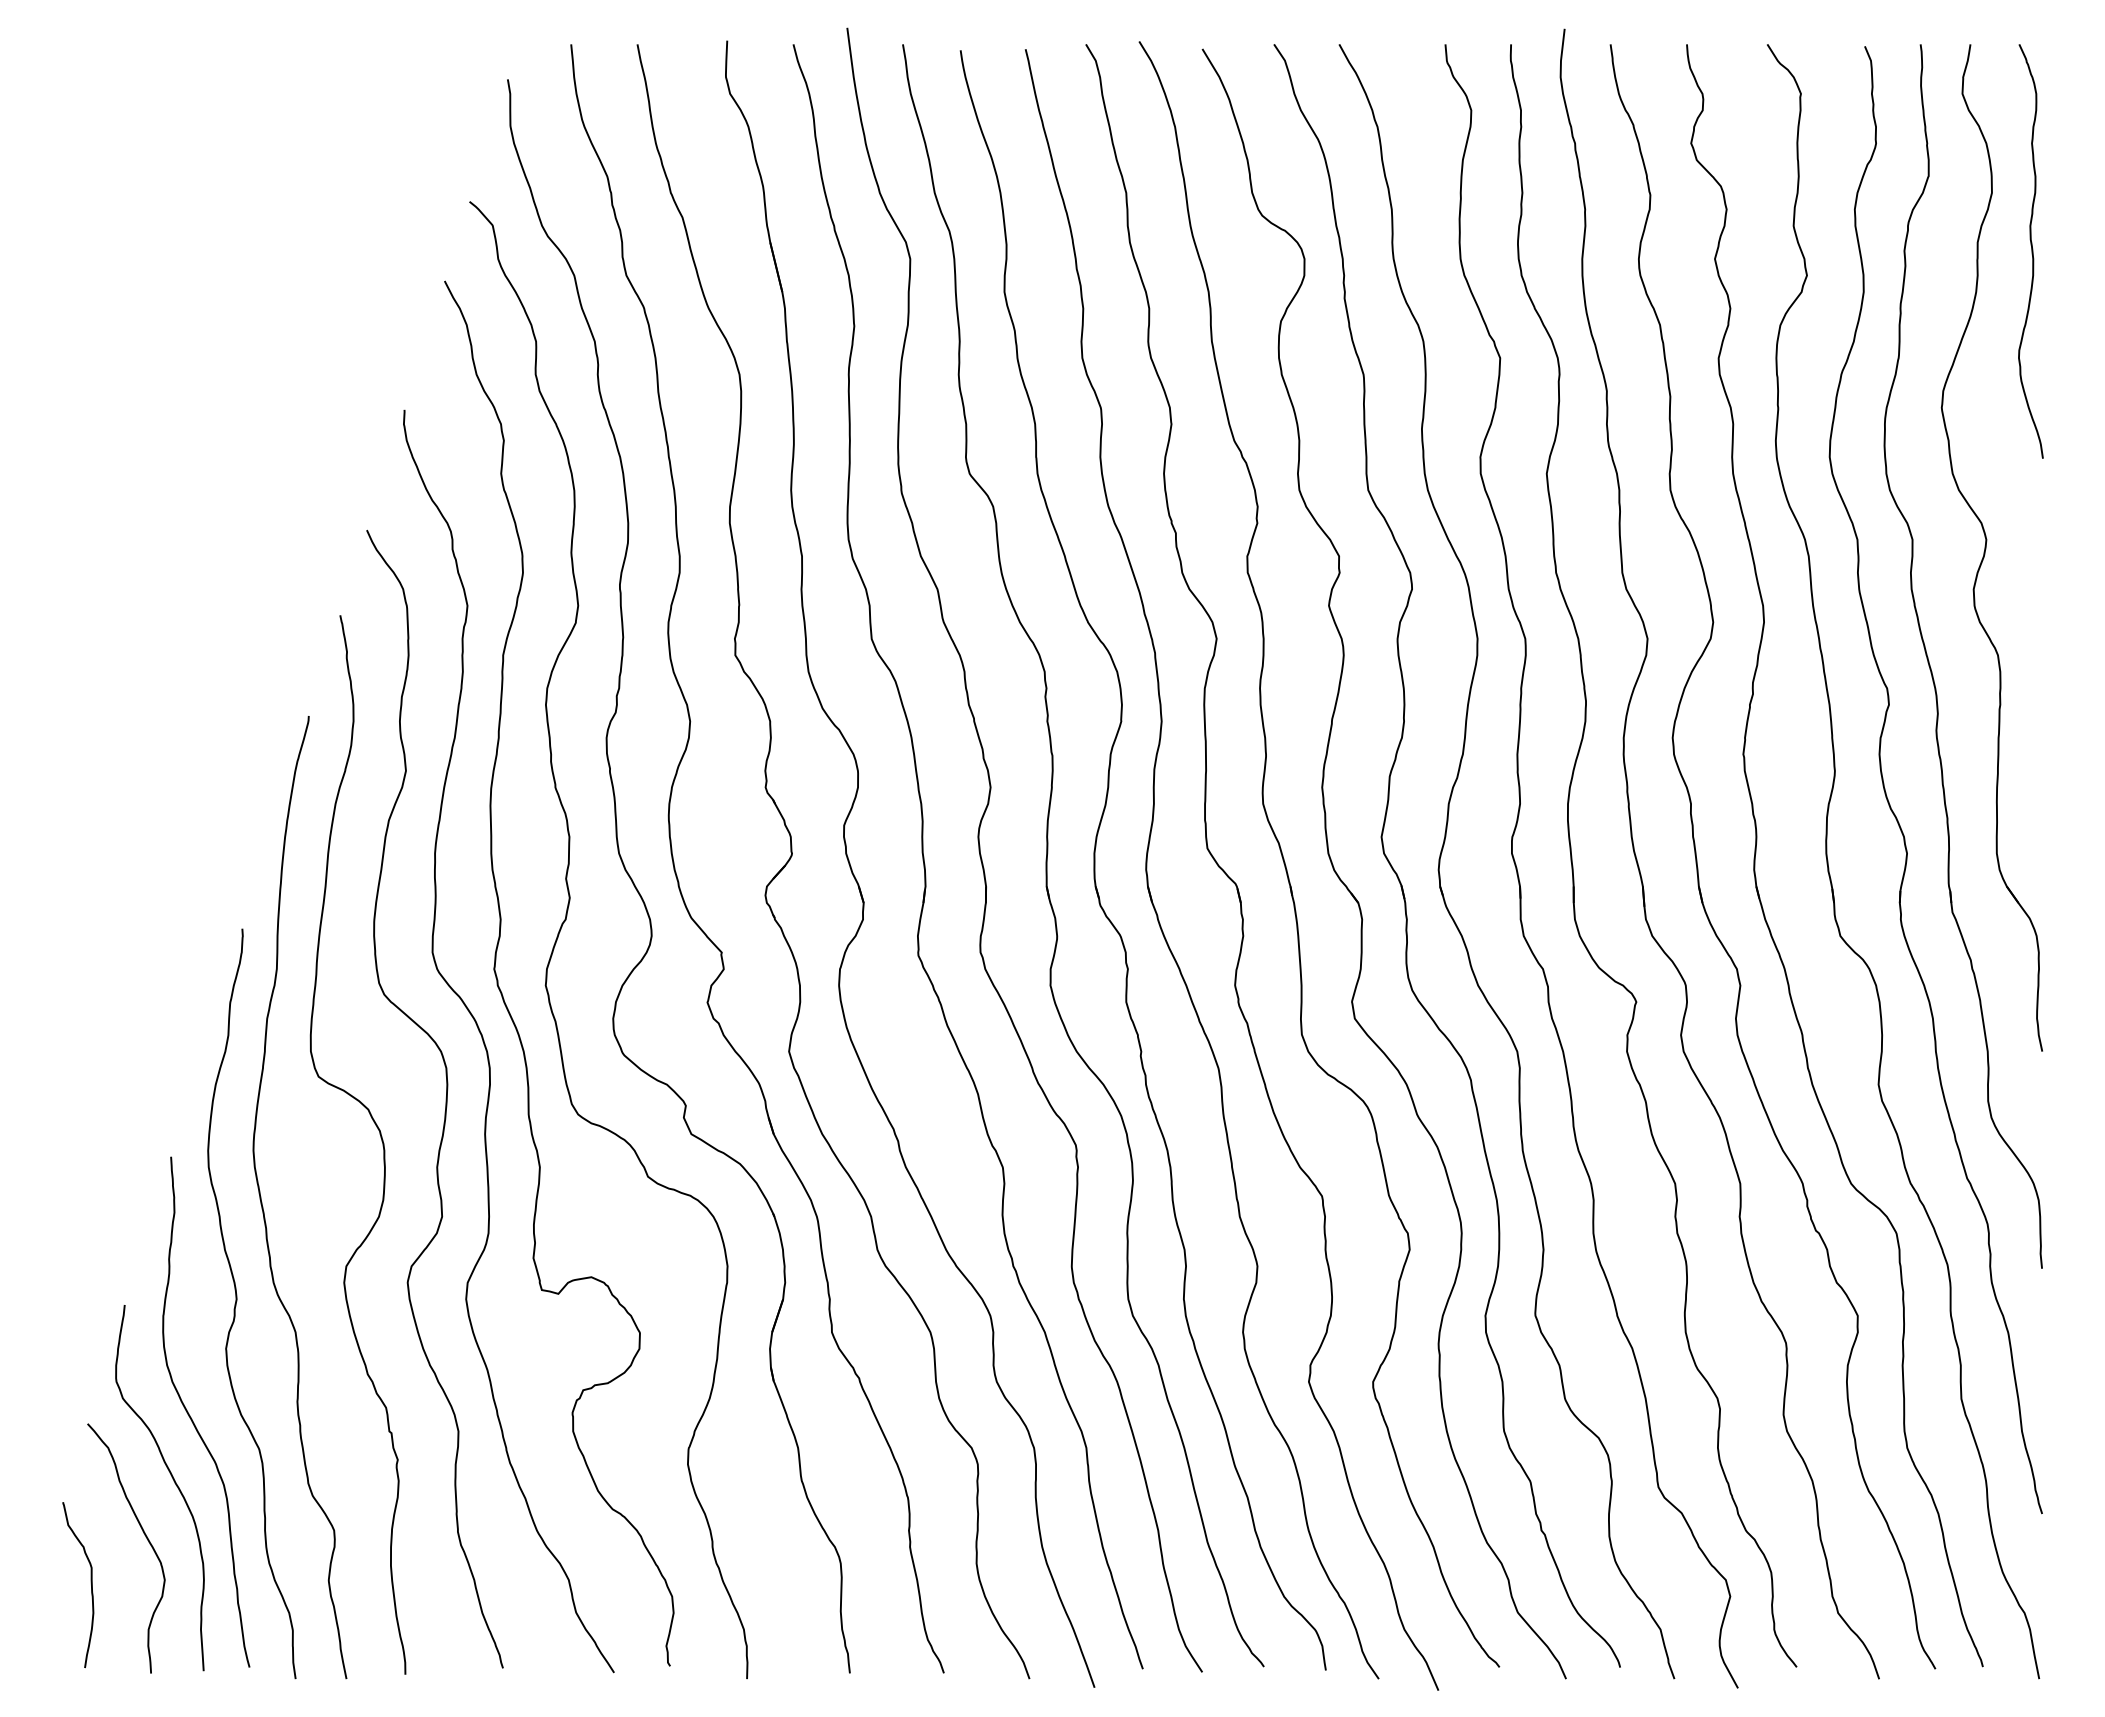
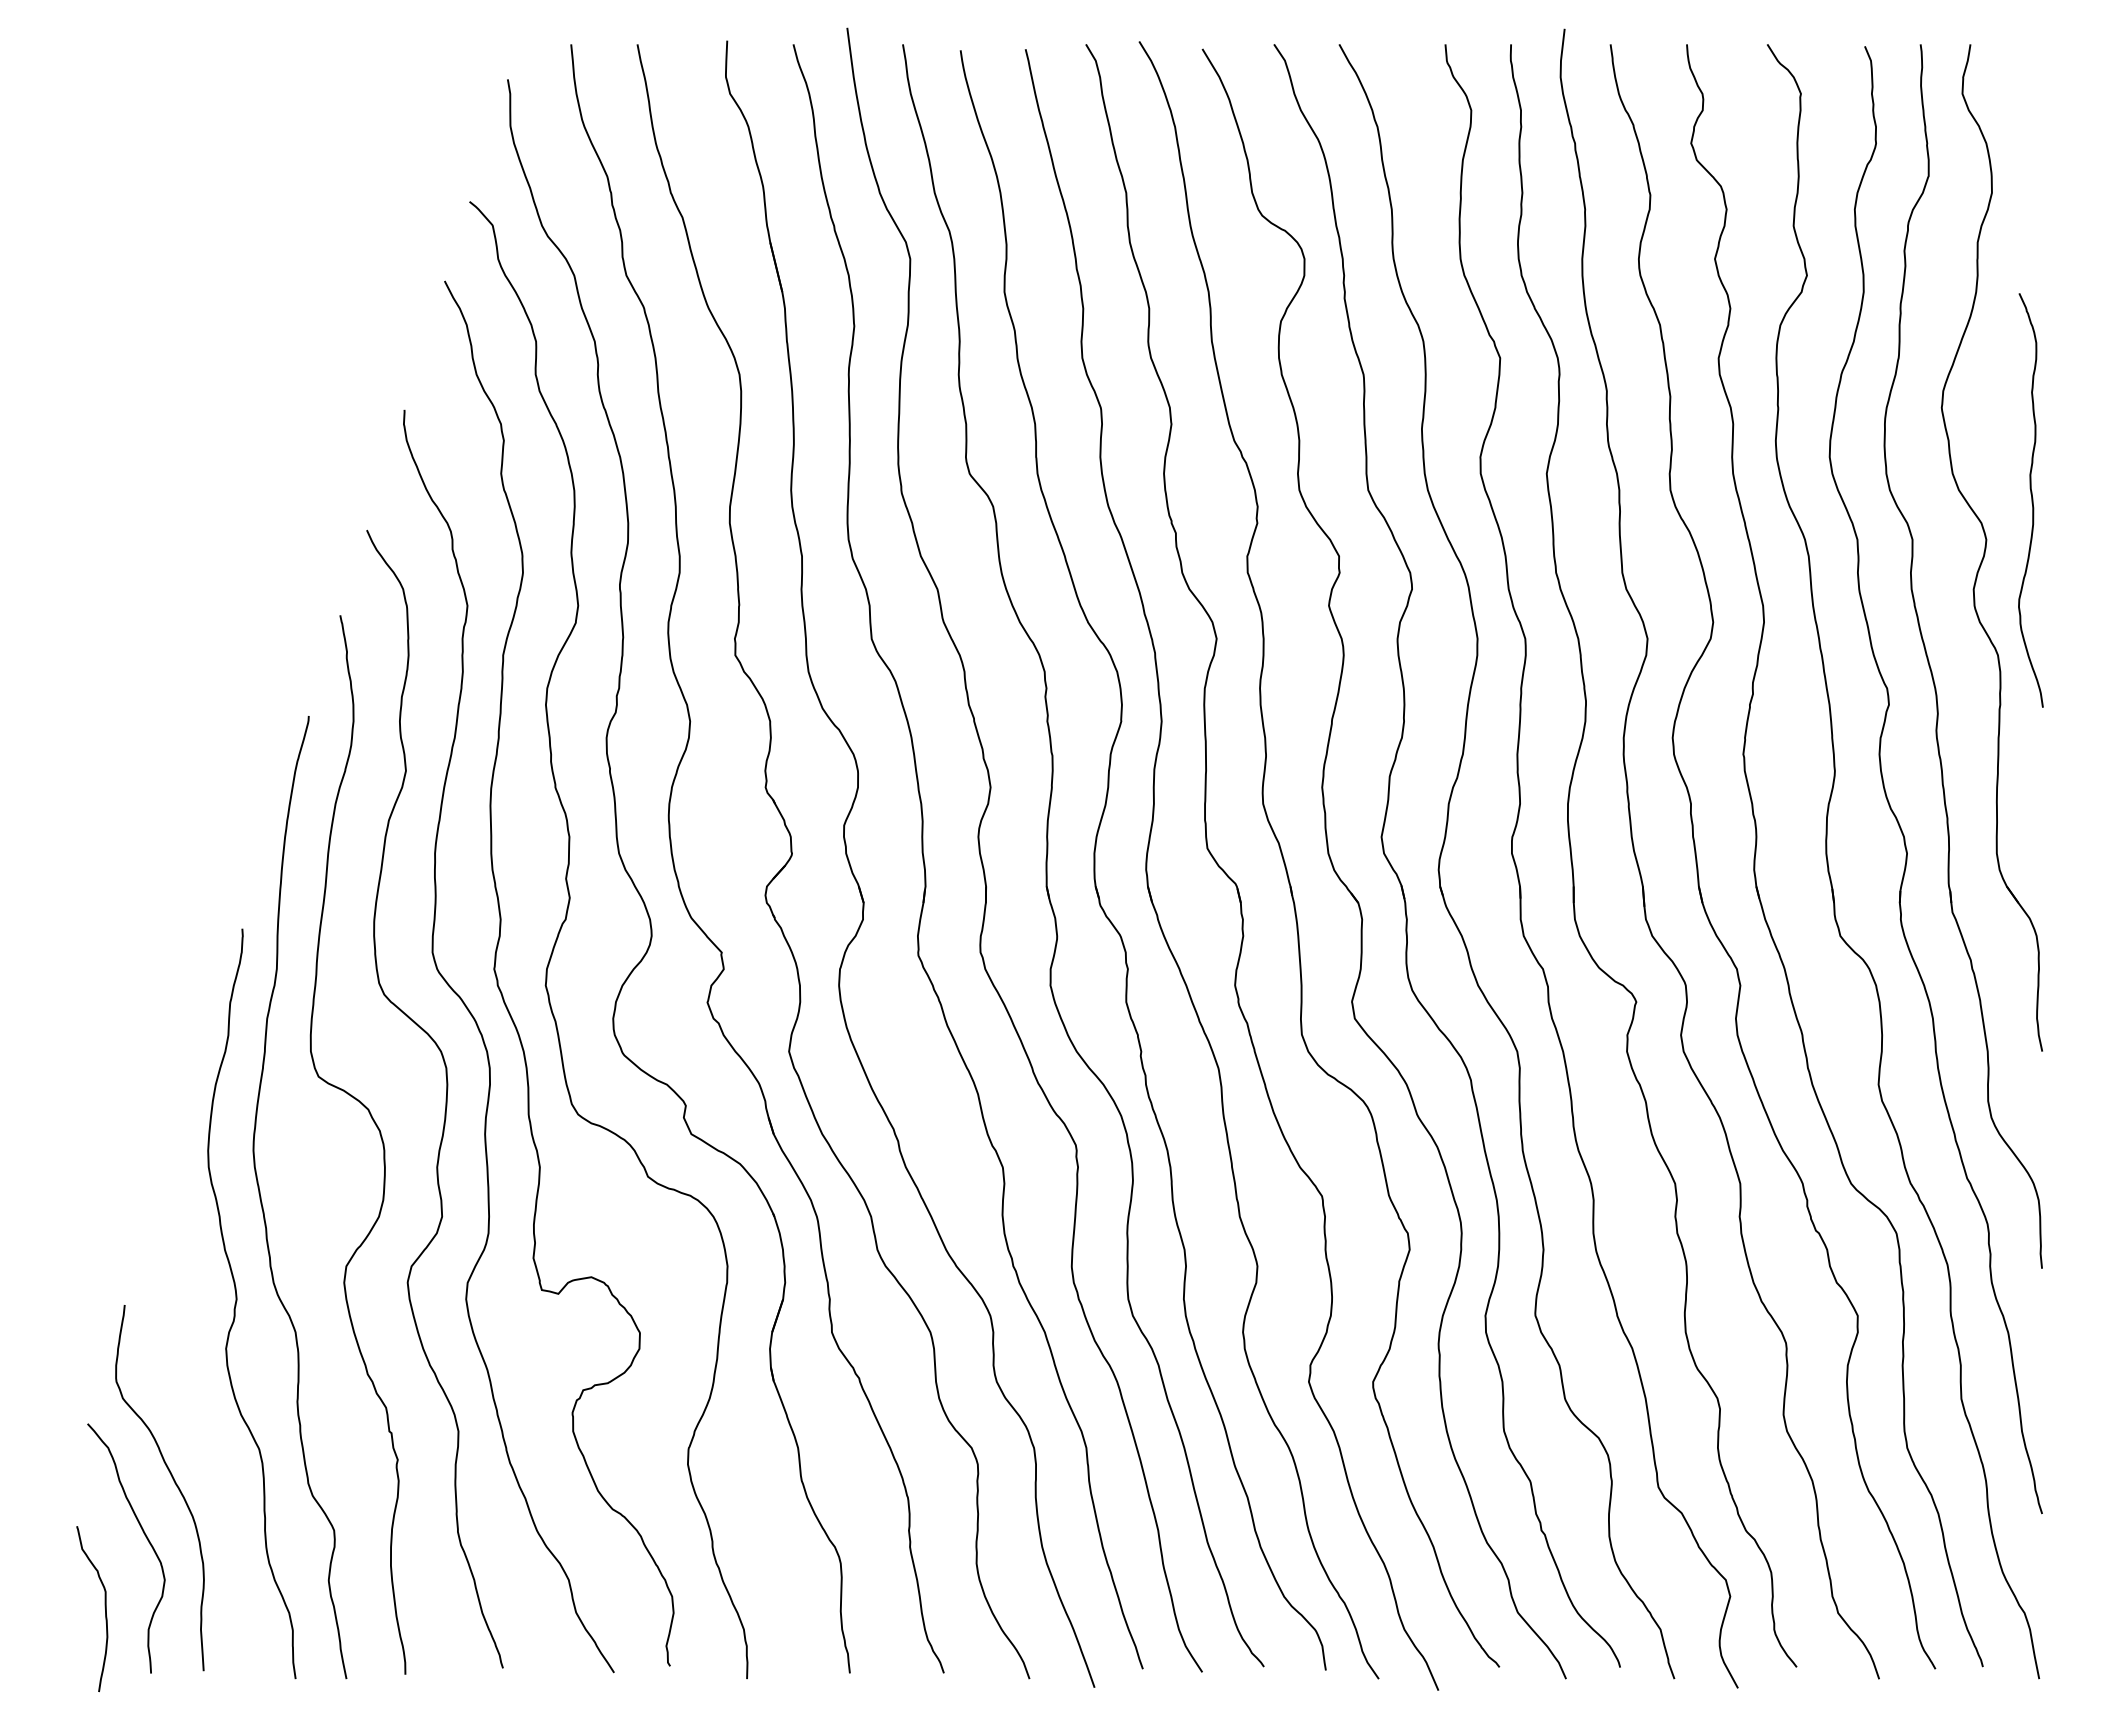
curve at (2031, 251) position: (2031, 251) -> (2031, 500)
curve at (192, 1419): present -> none
curve at (90, 1583) position: (90, 1583) -> (104, 1607)
